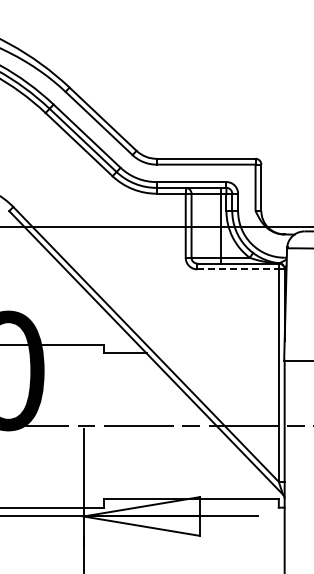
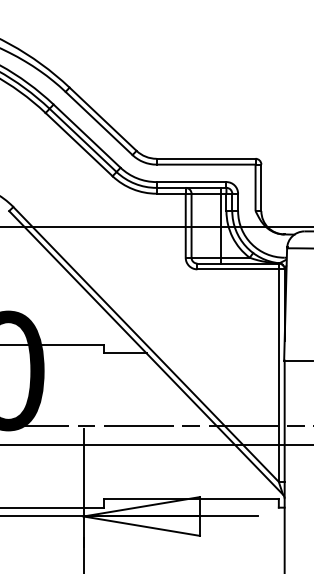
line at (238, 269): dashed -> solid
line at (156, 444): none -> present
